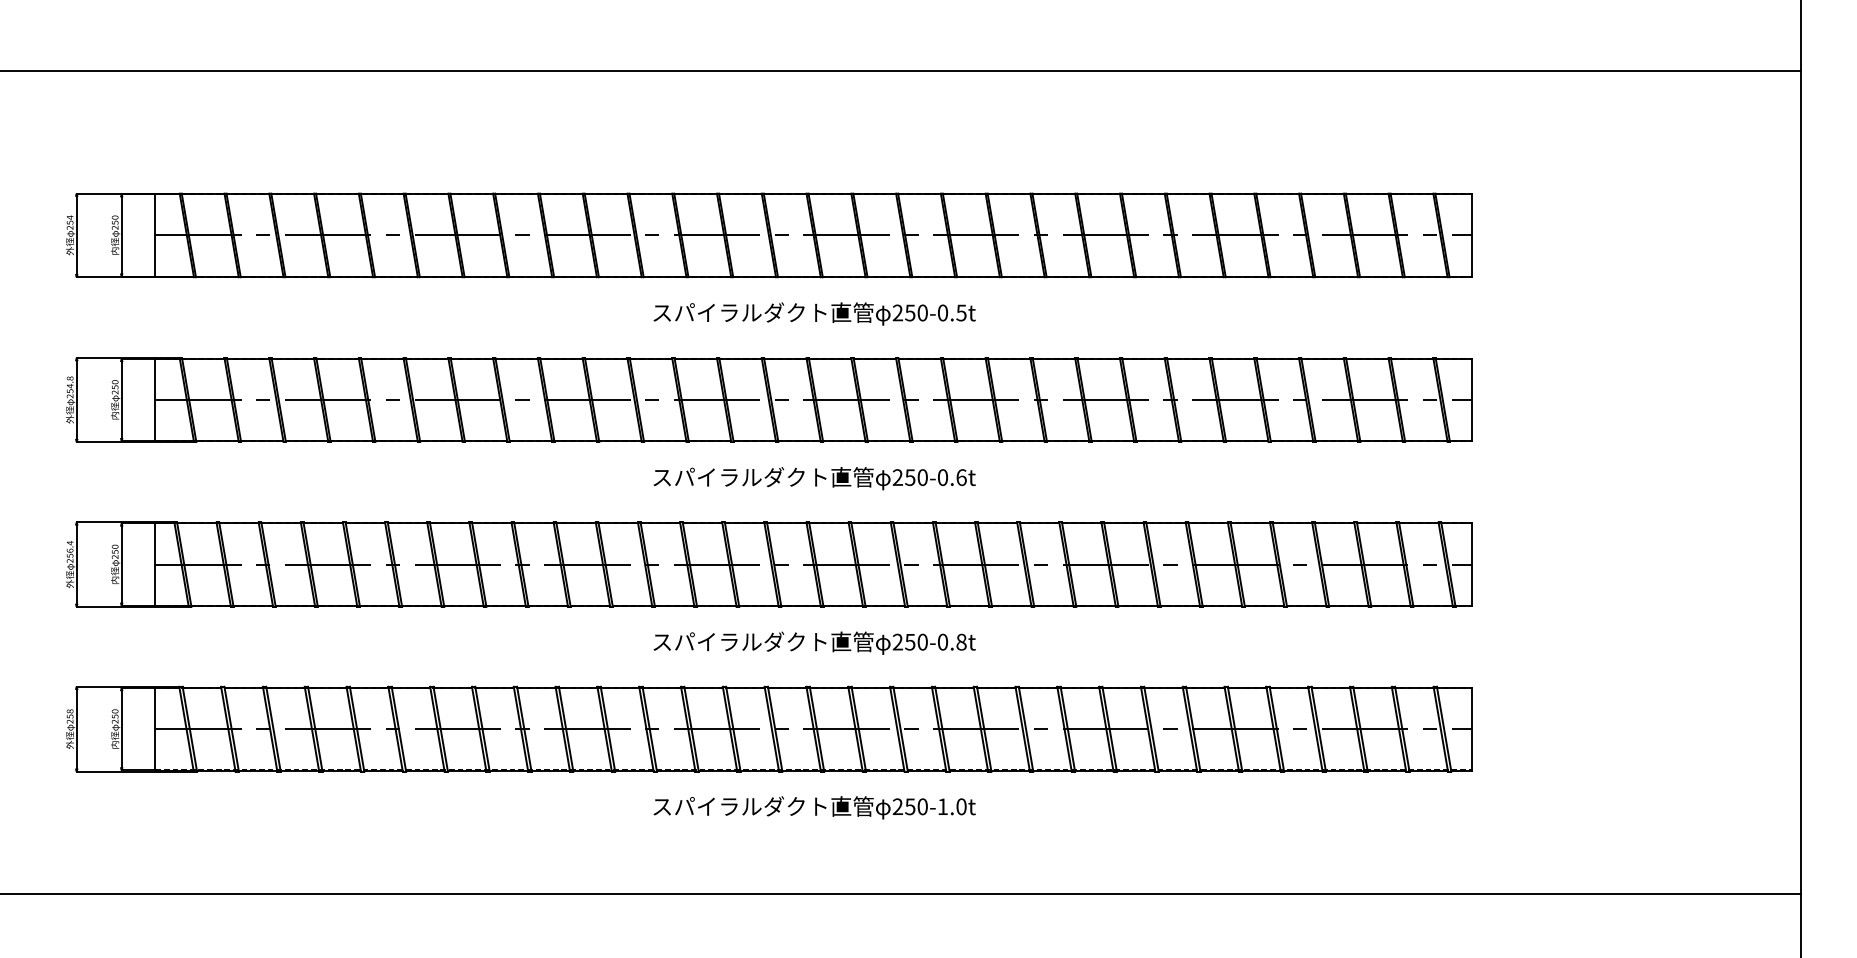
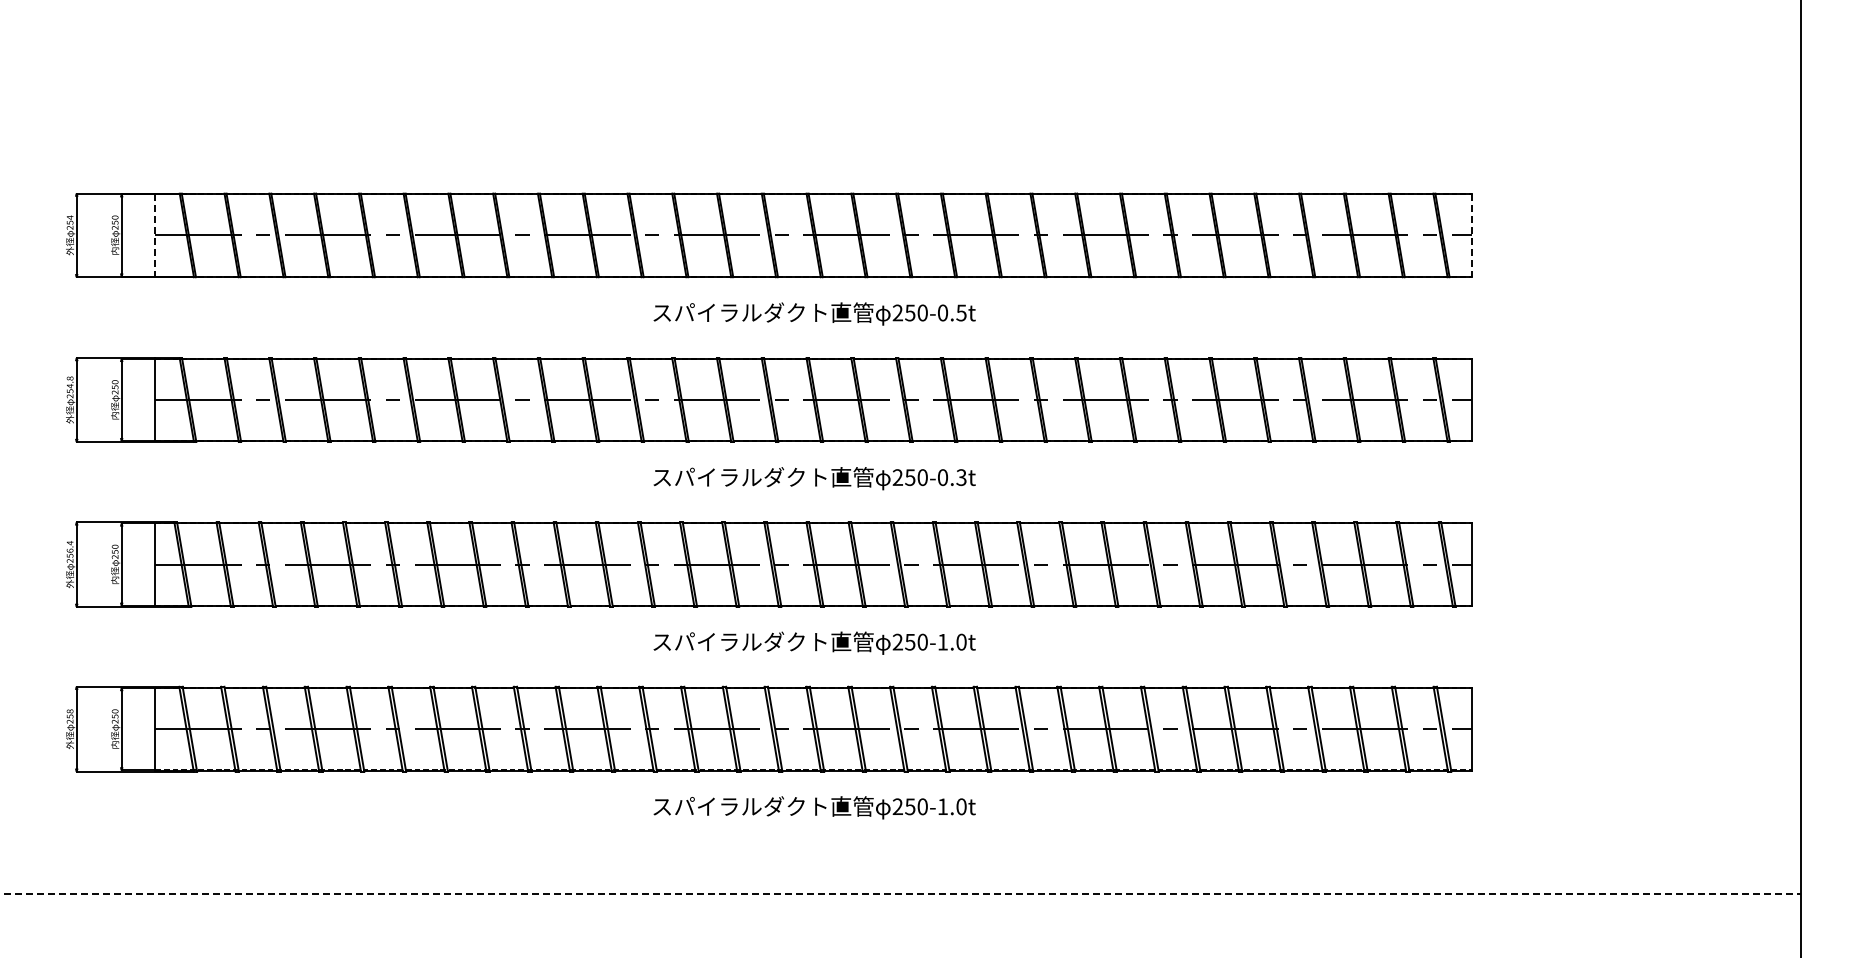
line at (901, 70): present -> none
line at (155, 235): solid -> dashed
line at (1472, 235): solid -> dashed
text at (961, 477): 250-0.6t -> 250-0.3t
text at (952, 641): 250-0.8t -> 250-1.0t
line at (901, 893): solid -> dashed
